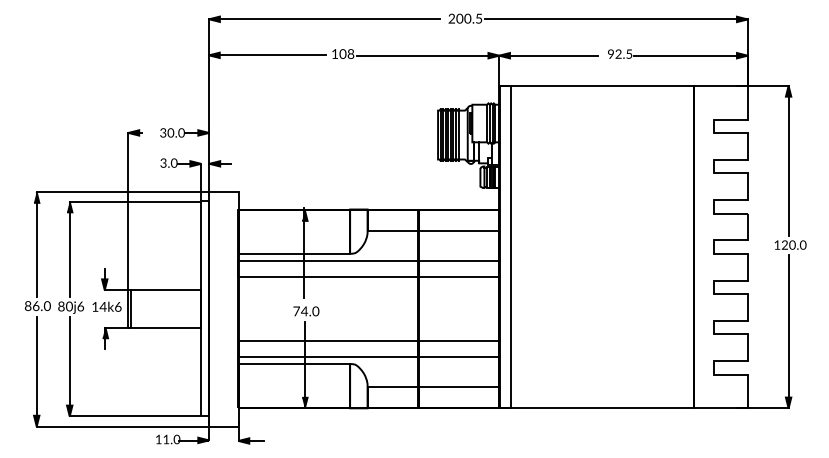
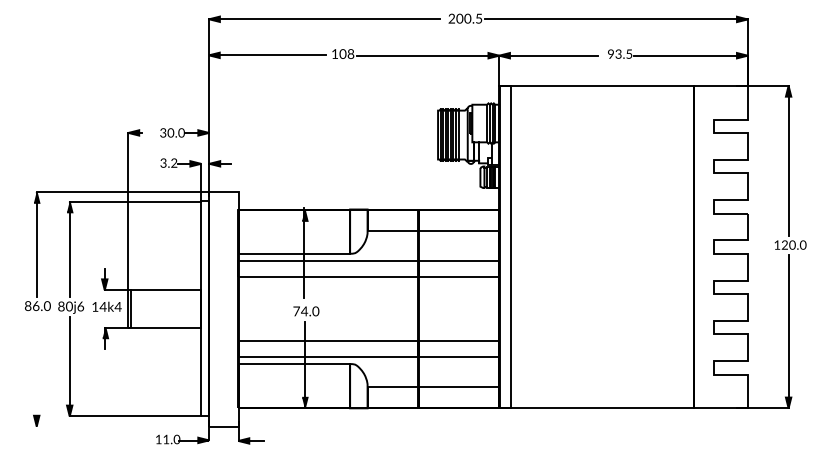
text at (618, 55): 92.5 -> 93.5
text at (173, 163): 3.0 -> 3.2
text at (117, 306): 14k6 -> 14k4
line at (36, 367): present -> none
line at (122, 426): present -> none
